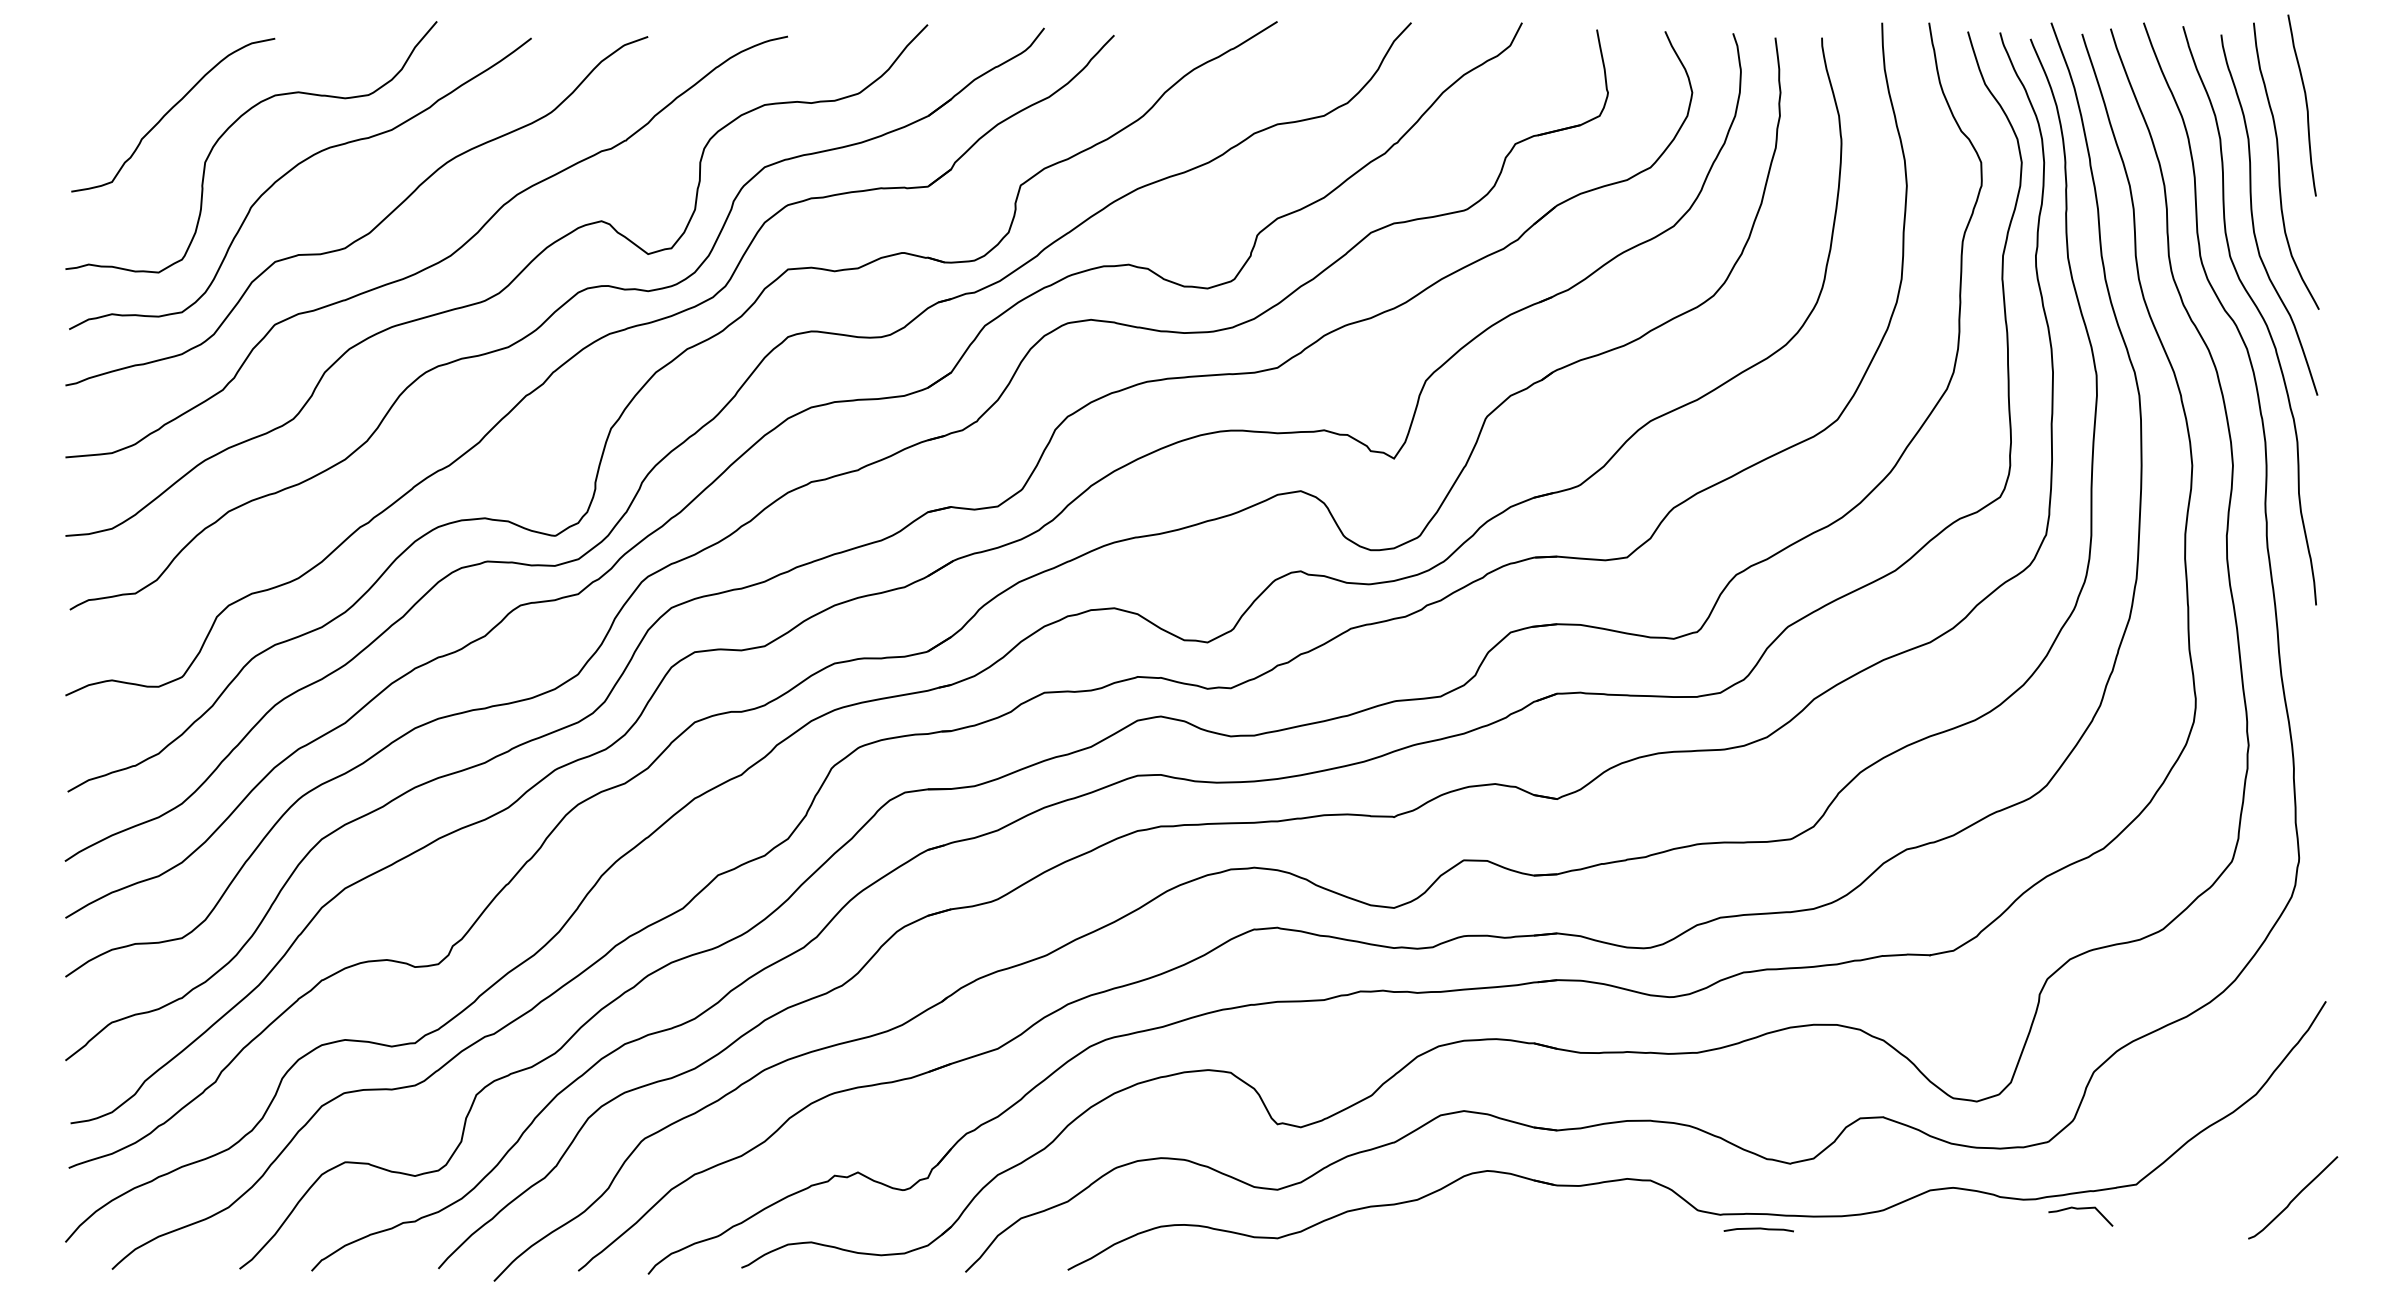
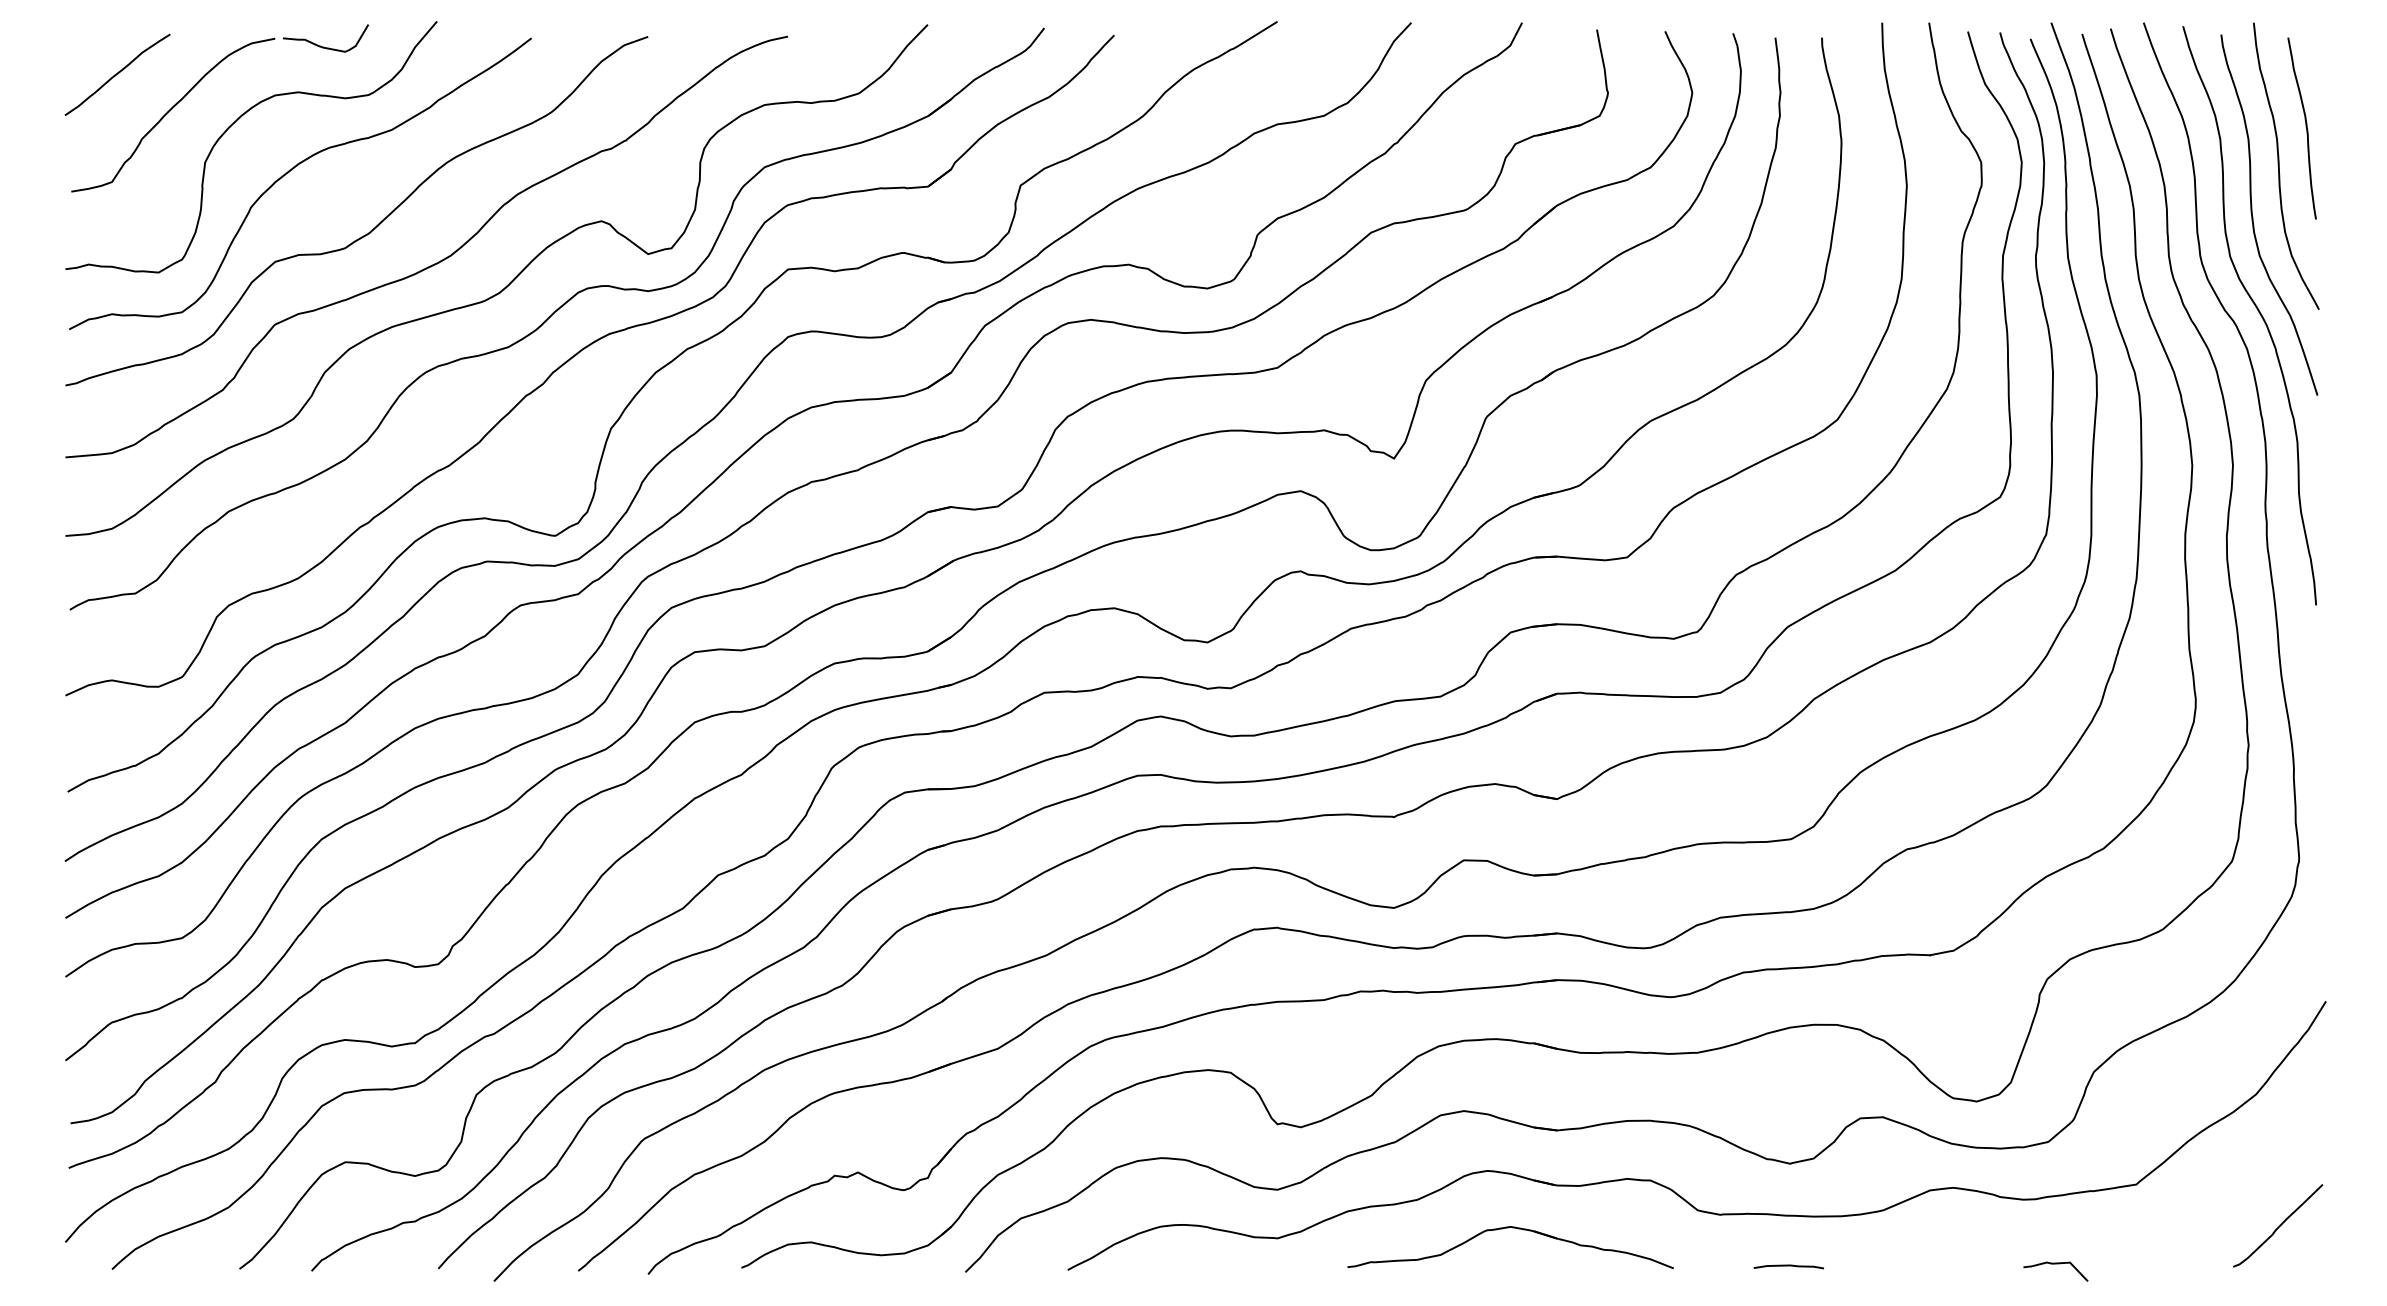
curve at (324, 46): none -> present
curve at (117, 74): none -> present
curve at (2305, 104) position: (2305, 104) -> (2305, 127)
curve at (2294, 1197) position: (2294, 1197) -> (2279, 1225)
curve at (2080, 1209) position: (2080, 1209) -> (2055, 1264)
part at (1508, 1228): none -> present
curve at (1758, 1229) position: (1758, 1229) -> (1788, 1266)
